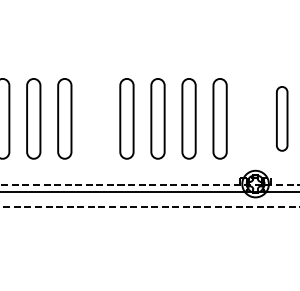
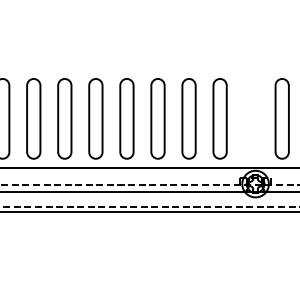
part at (95, 118): none -> present
part at (282, 118) size: 13x66 px -> 16x82 px
line at (149, 167): none -> present
line at (149, 212): none -> present
